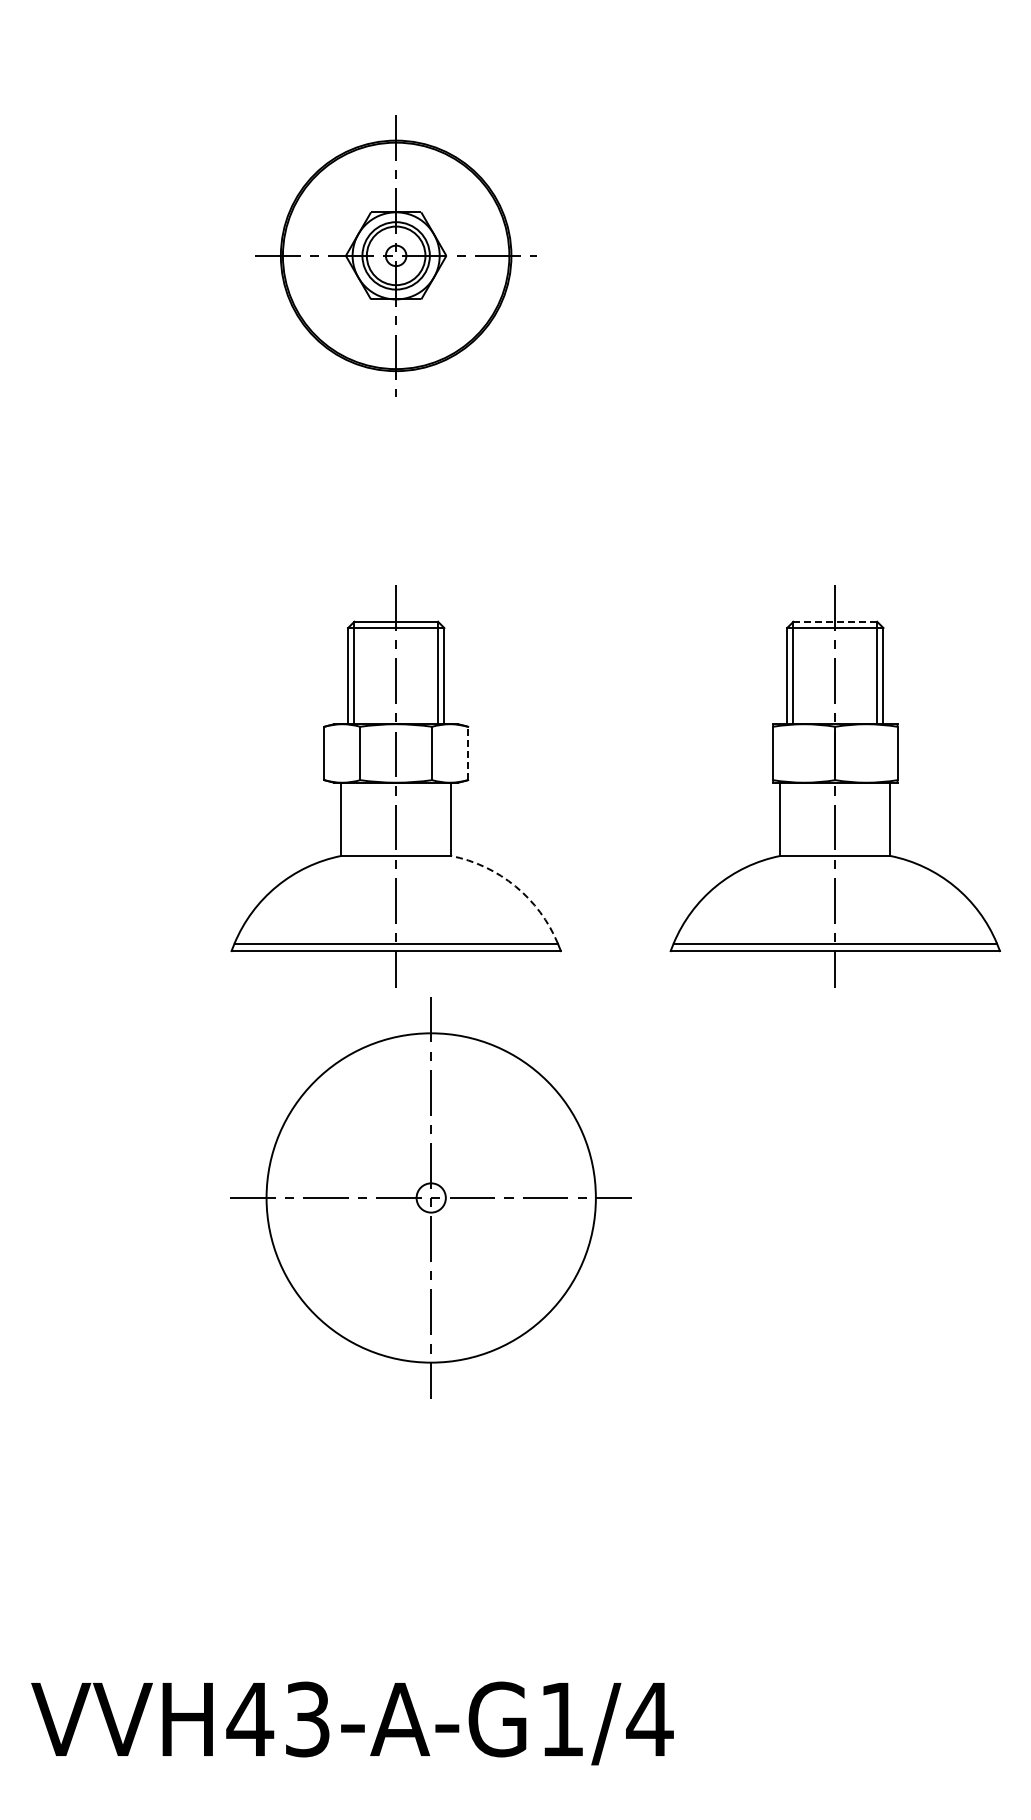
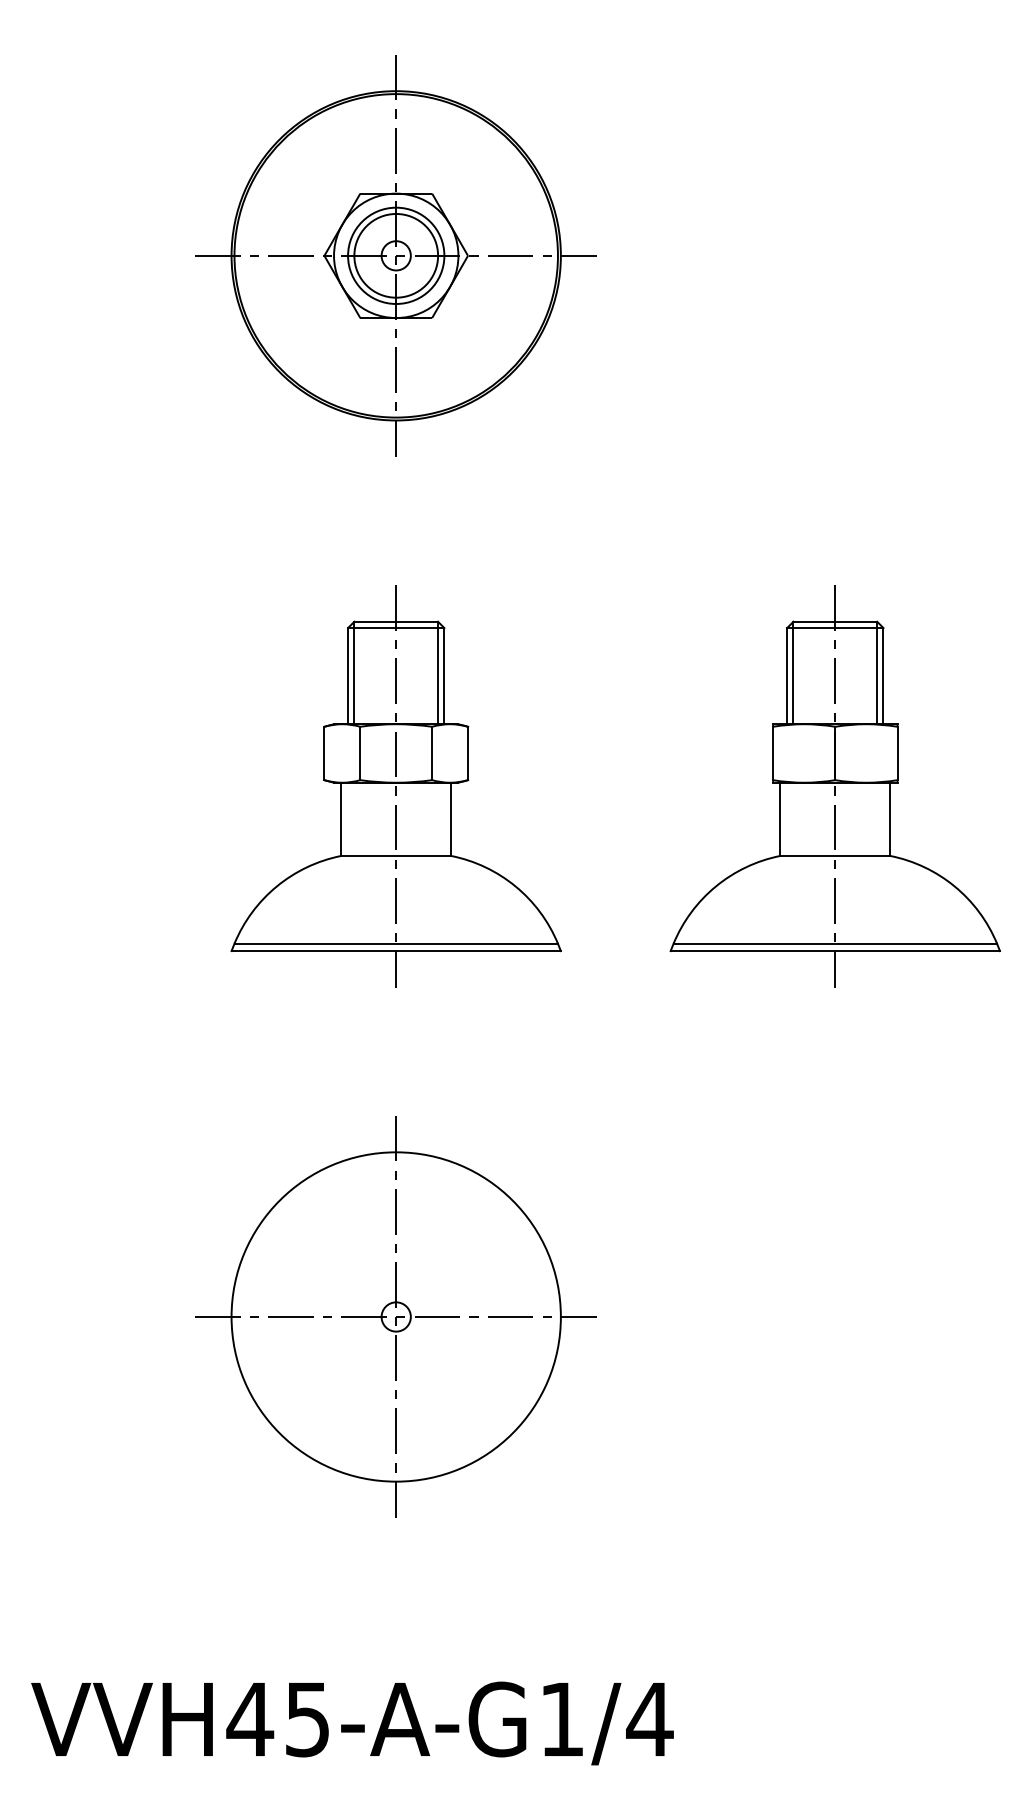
part at (395, 255) size: 282x282 px -> 402x402 px
line at (835, 621): dashed -> solid
line at (468, 753): dashed -> solid
arc at (515, 886): dashed -> solid
part at (430, 1197) position: (430, 1197) -> (395, 1316)
text at (307, 1718): VVH43-A-G1/4 -> VVH45-A-G1/4
